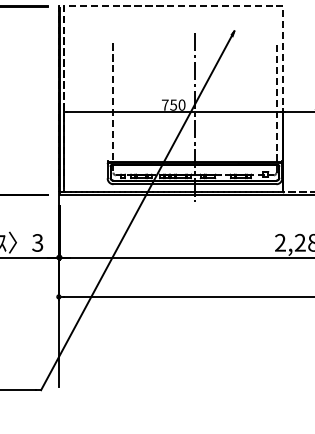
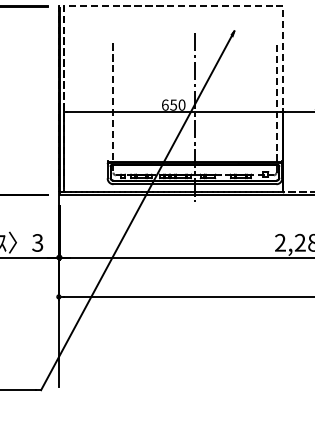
text at (165, 104): 750 -> 650
